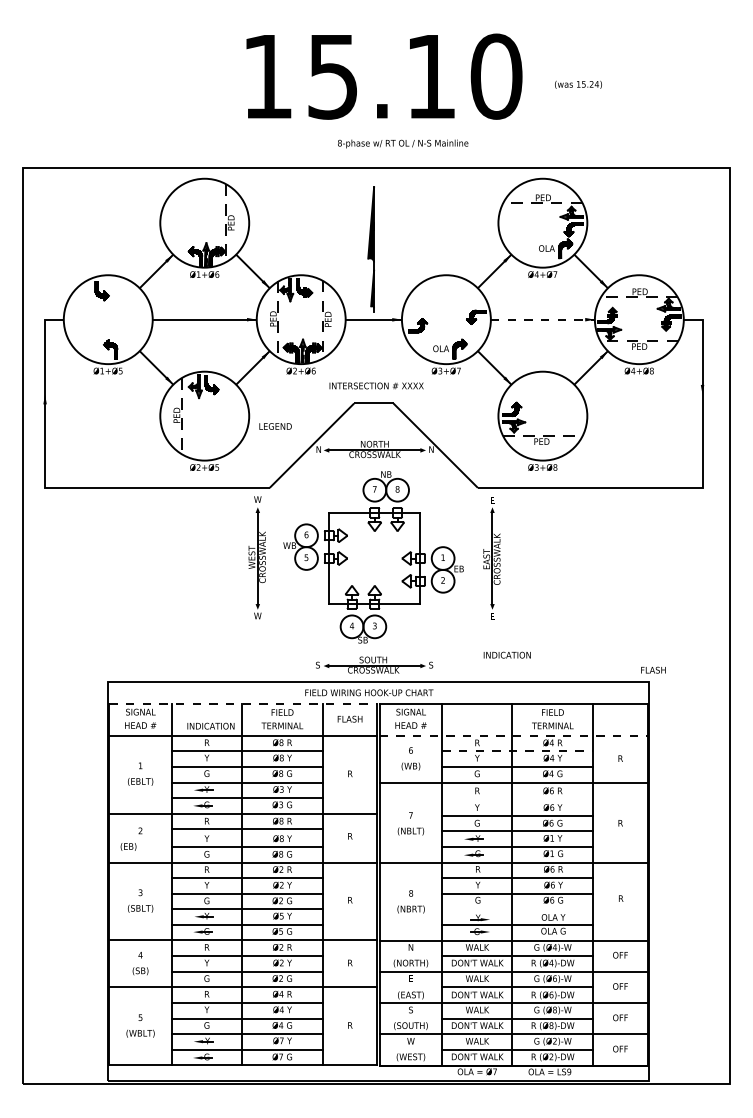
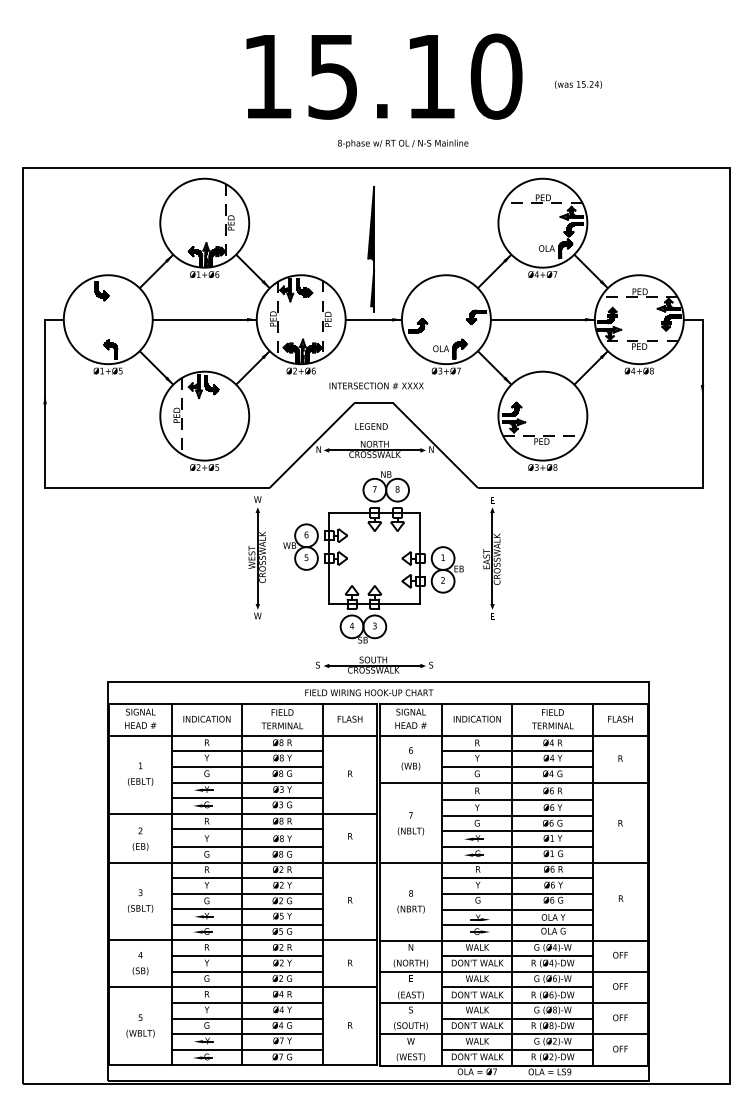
line at (543, 319): dashed -> solid
text at (275, 426) position: (275, 426) -> (371, 426)
text at (506, 654) position: (506, 654) -> (476, 718)
text at (653, 669) position: (653, 669) -> (620, 718)
line at (243, 704): dashed -> solid
text at (210, 725) position: (210, 725) -> (206, 718)
line at (514, 735): dashed -> solid
line at (518, 751): dashed -> solid
line at (517, 800): none -> present
text at (128, 846) position: (128, 846) -> (140, 846)
line at (517, 909): none -> present
